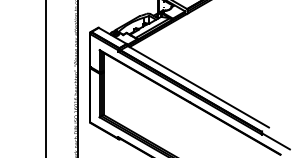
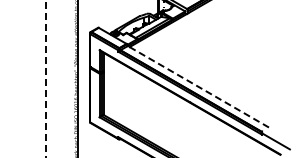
line at (45, 78): solid -> dashed
line at (197, 86): solid -> dashed
